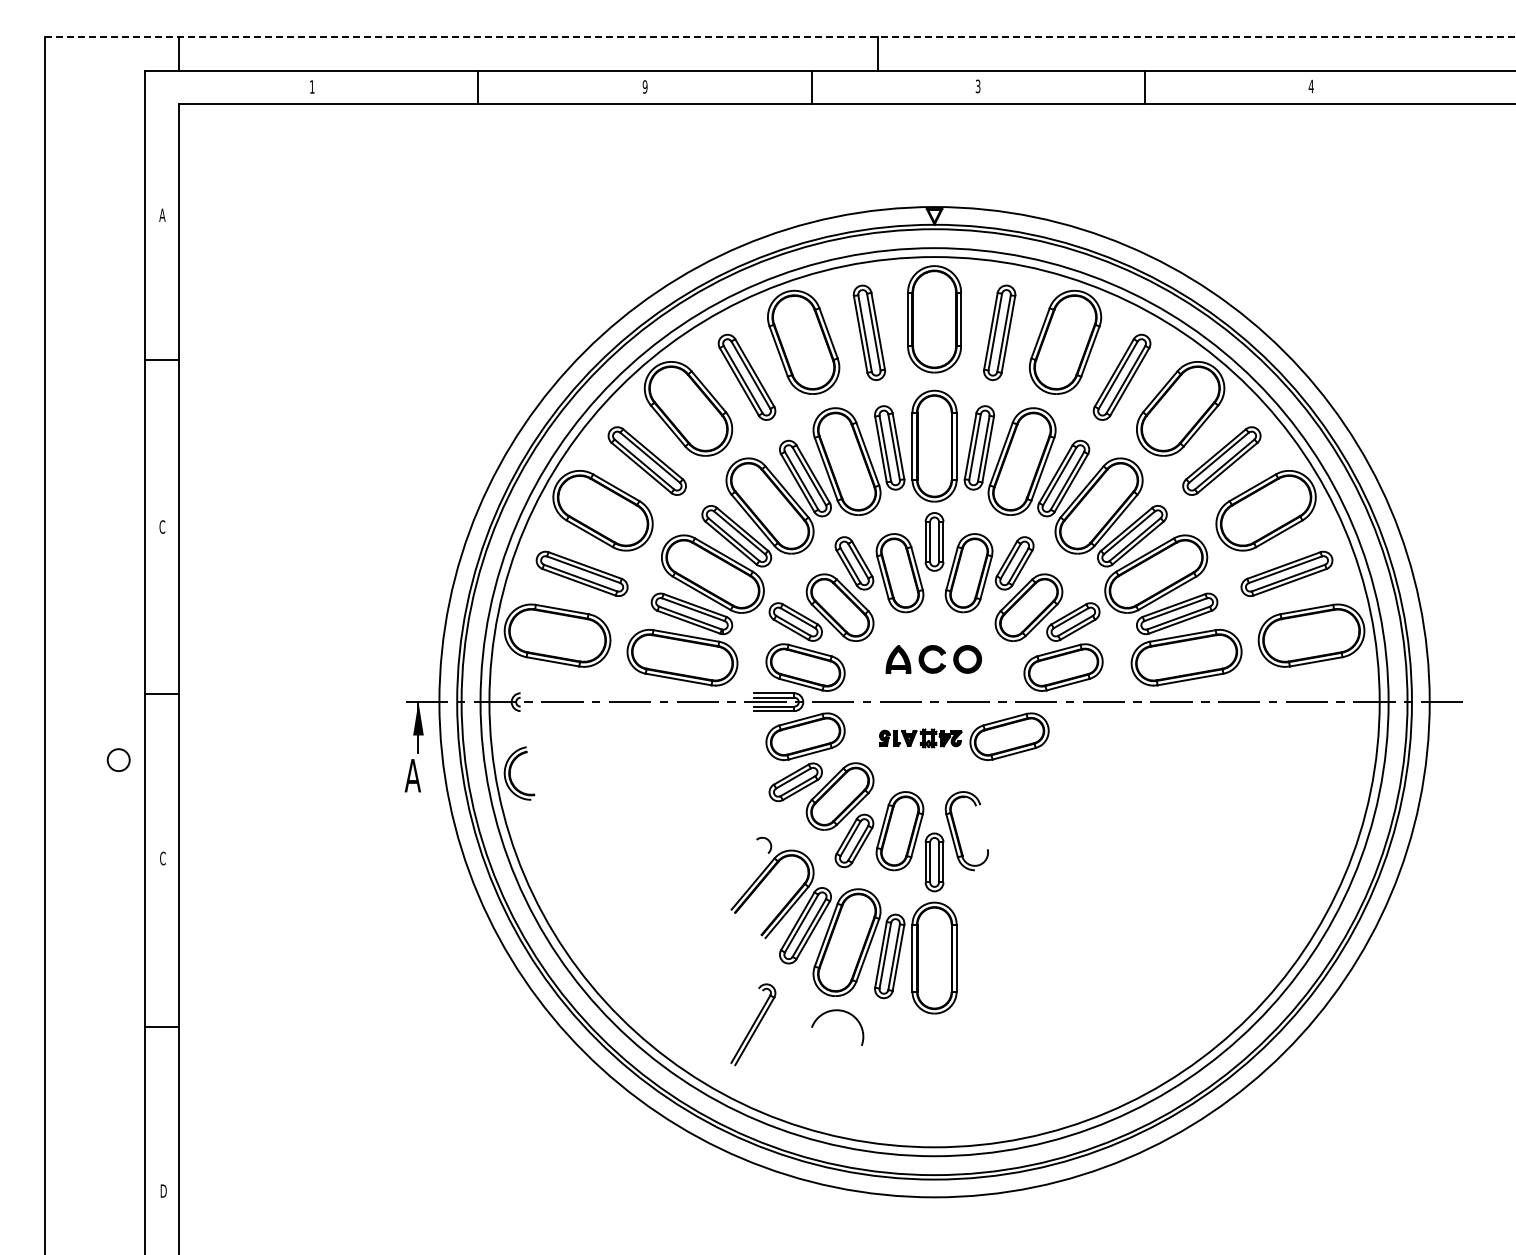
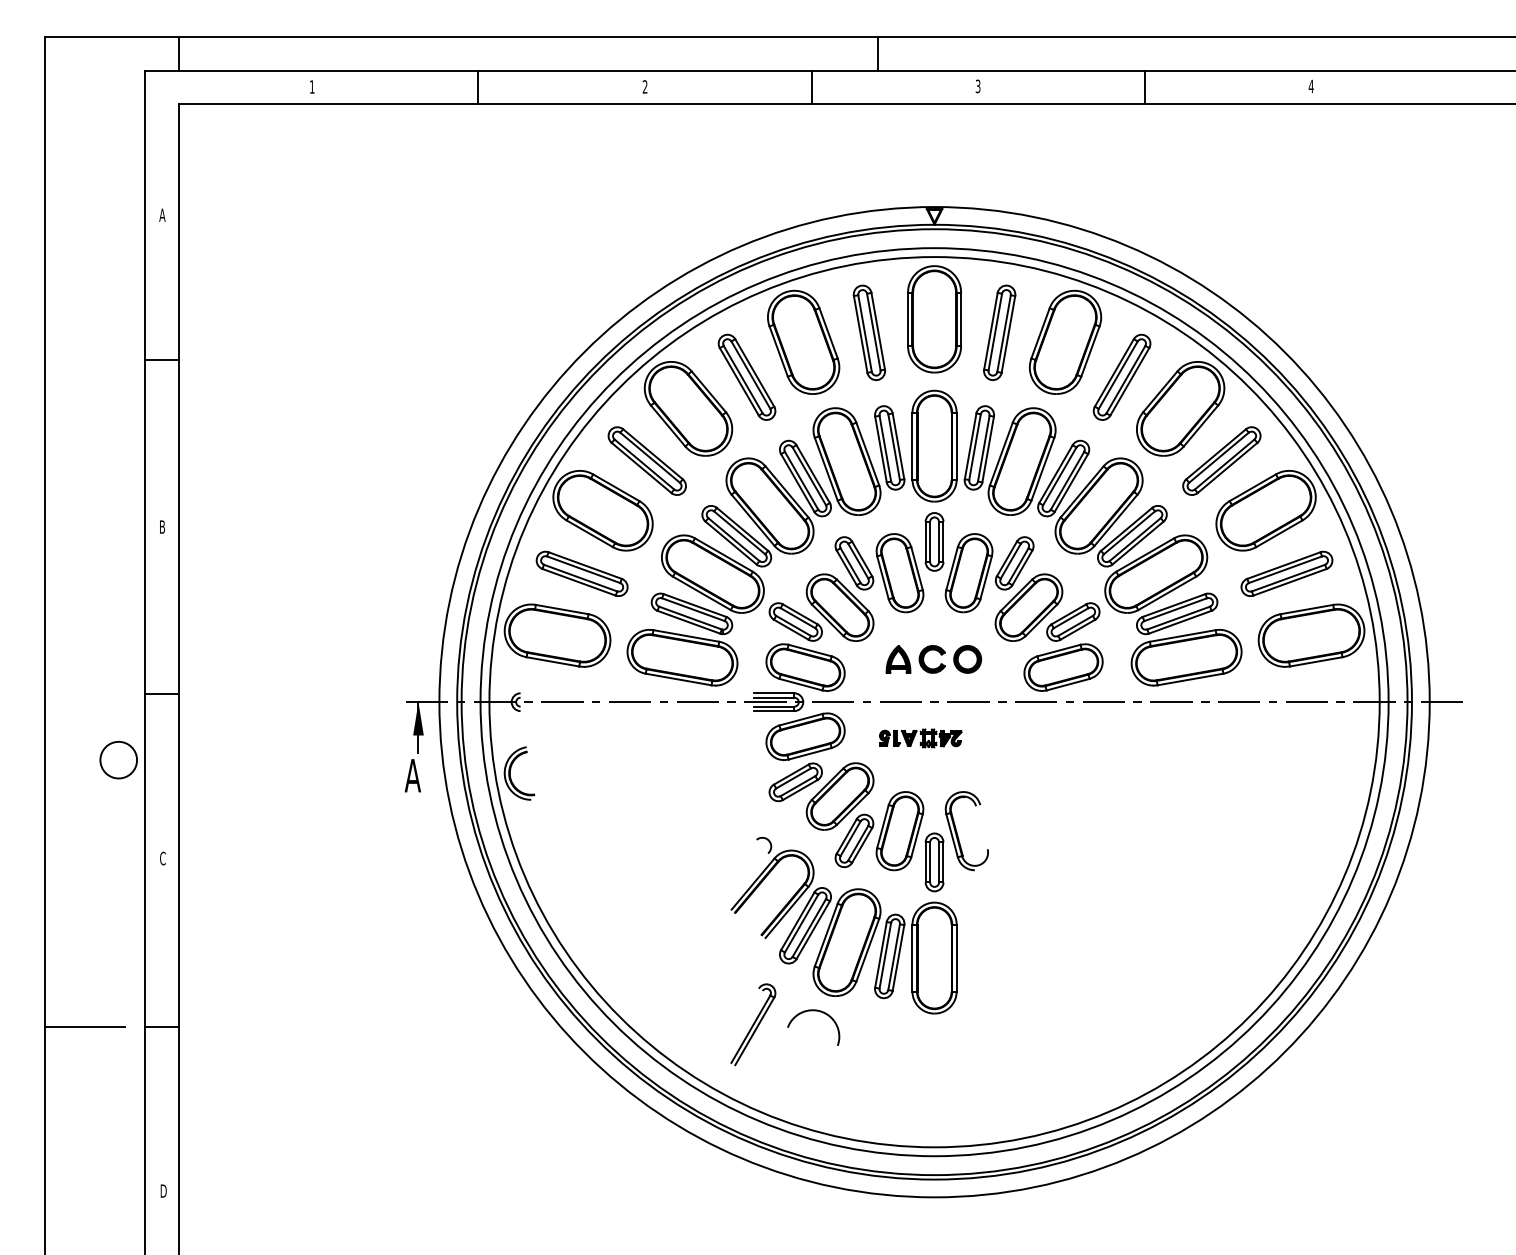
line at (780, 37): dashed -> solid
text at (644, 86): 9 -> 2
text at (162, 526): C -> B
part at (1009, 736): present -> none
circle at (118, 760) diameter: 22 px -> 37 px
curve at (837, 1011) position: (837, 1011) -> (813, 1011)
line at (85, 1026): none -> present
